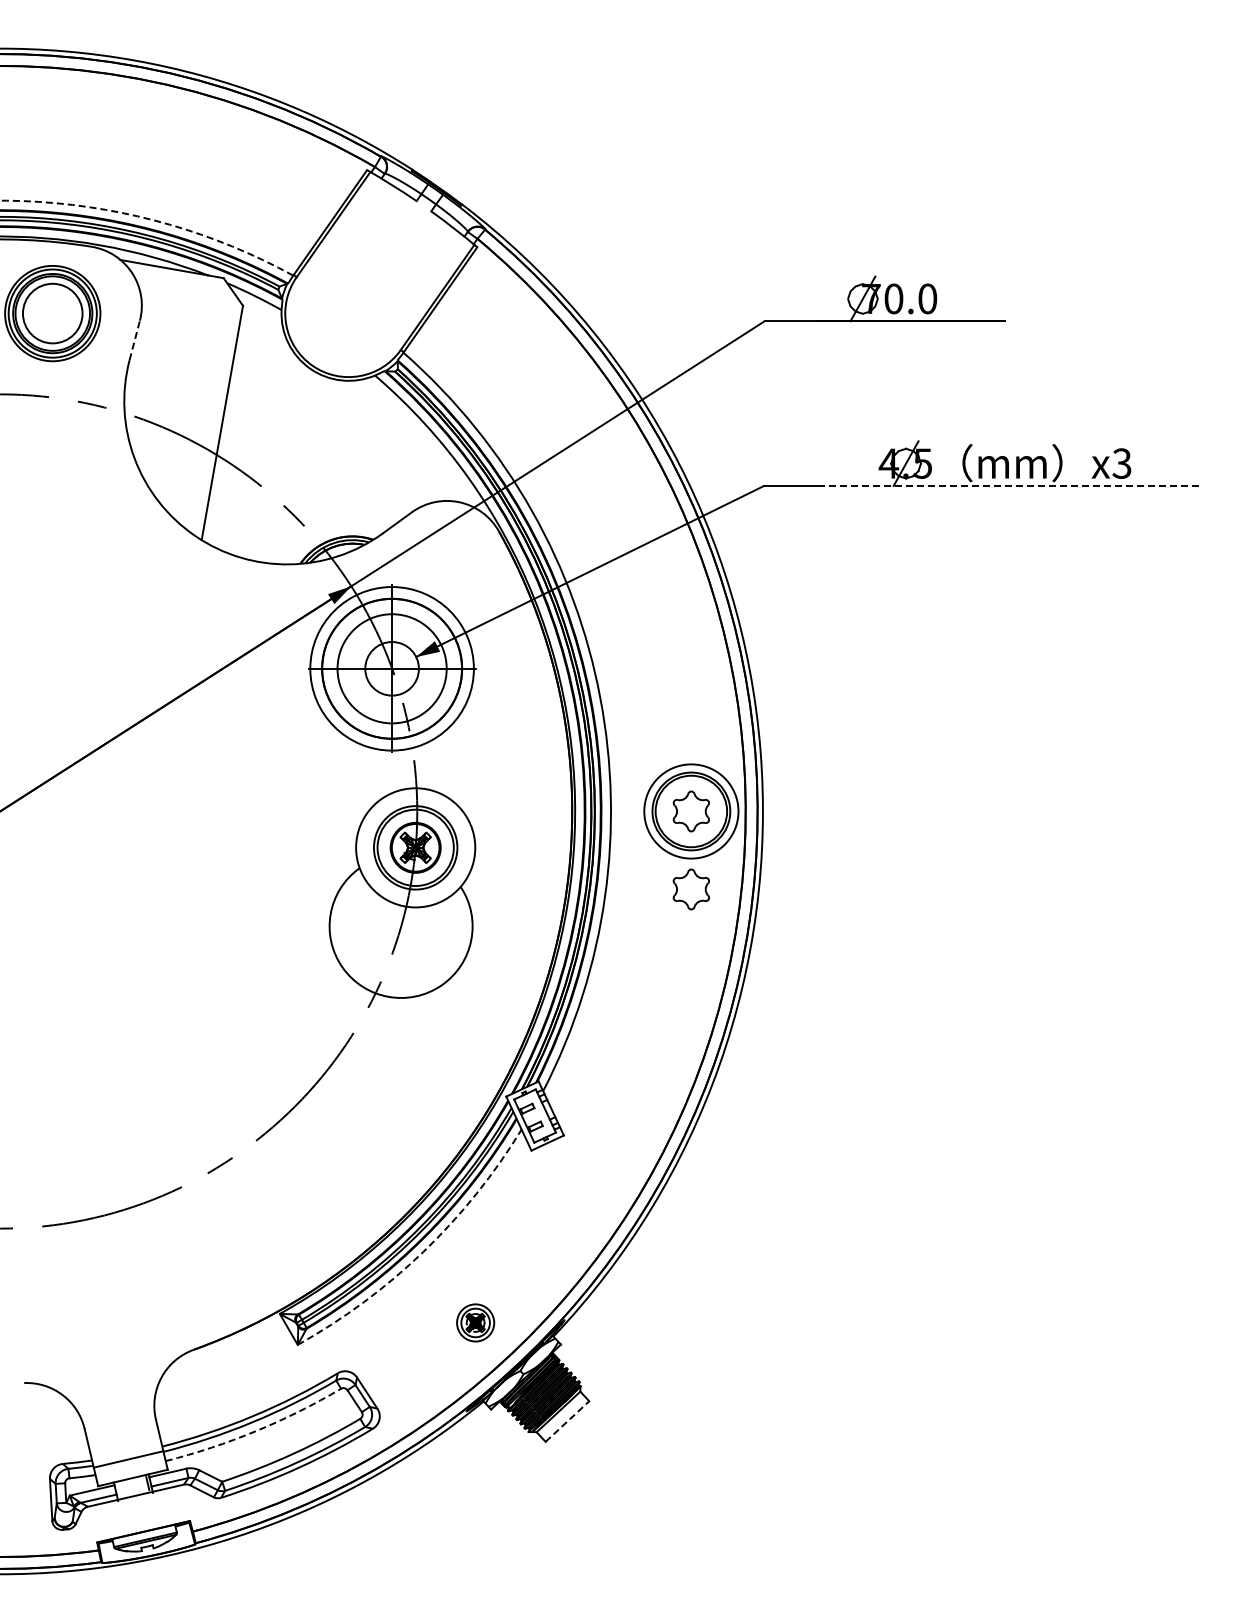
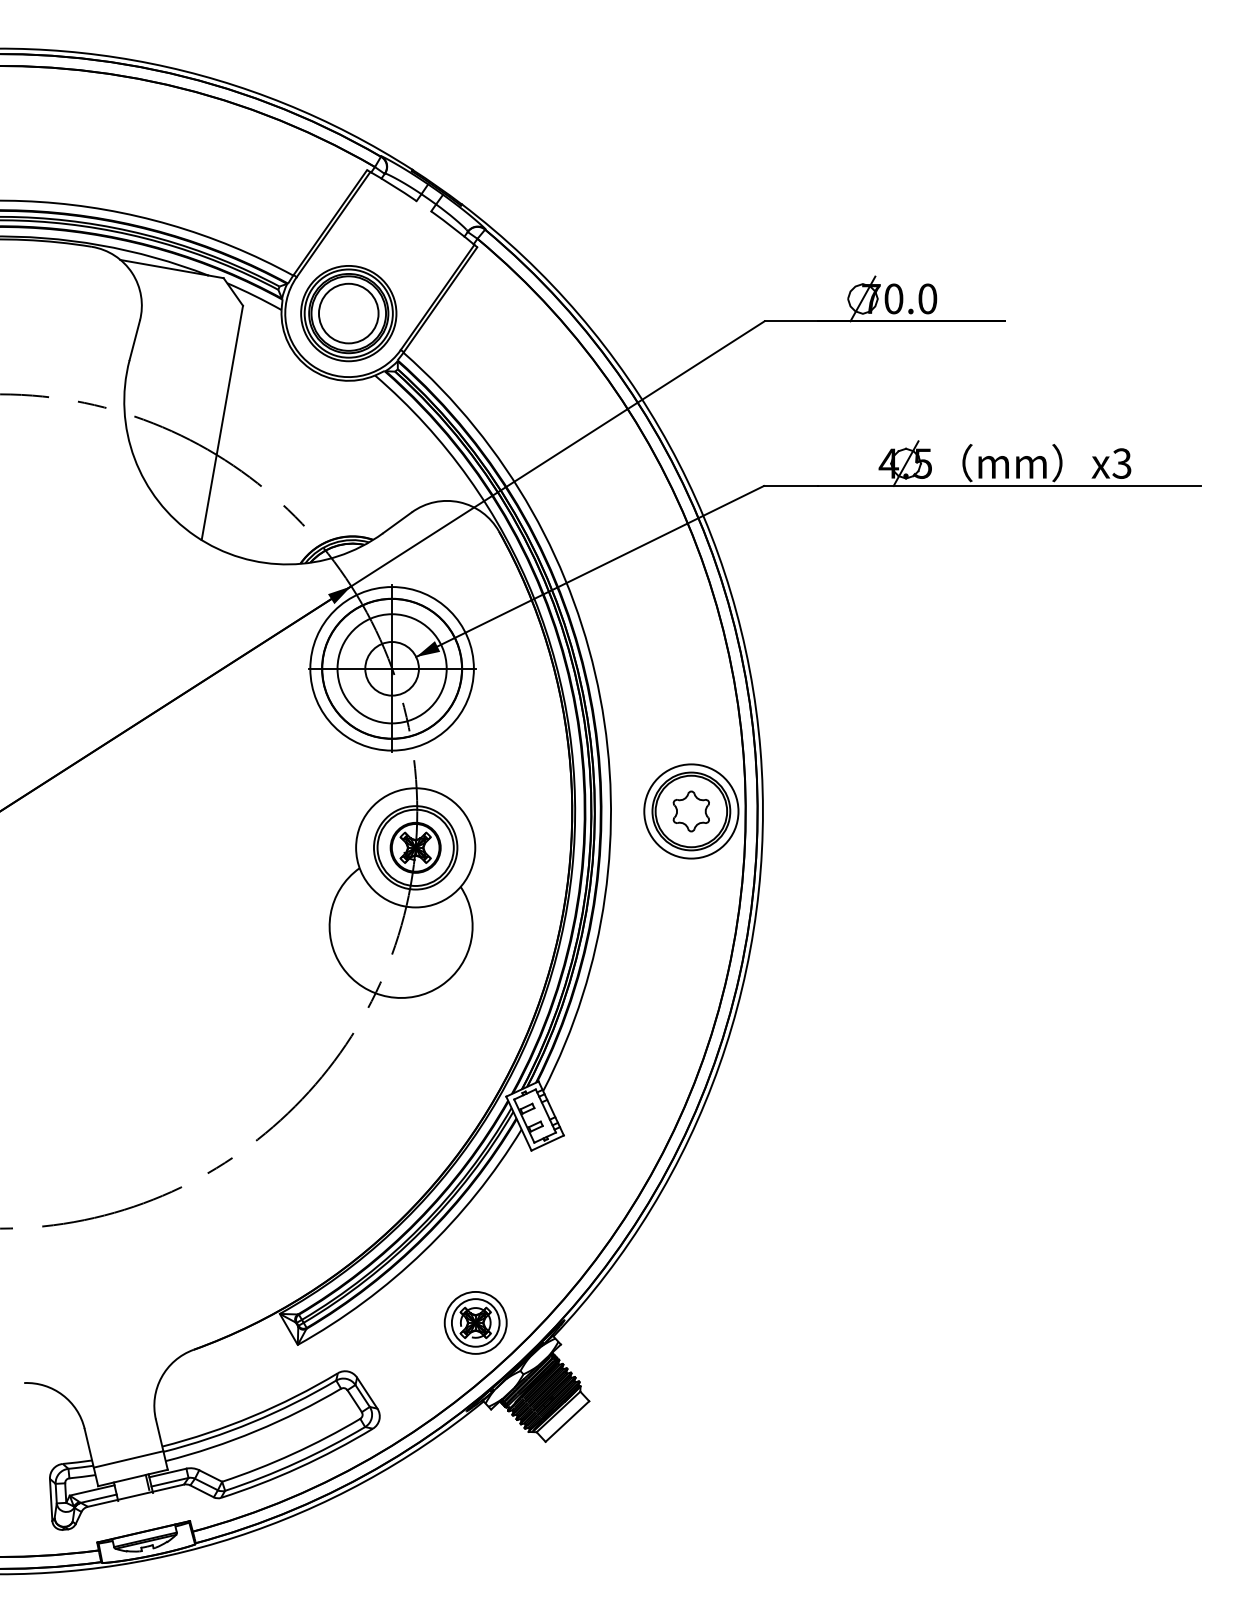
arc at (150, 219): dashed -> solid
part at (52, 313) position: (52, 313) -> (348, 313)
line at (134, 339): dashed -> solid
line at (1009, 486): dashed -> solid
part at (690, 889): present -> none
arc at (423, 1251): dashed -> solid
part at (475, 1322) size: 40x40 px -> 65x64 px
line at (567, 1421): dashed -> solid
arc at (255, 1431): dashed -> solid
